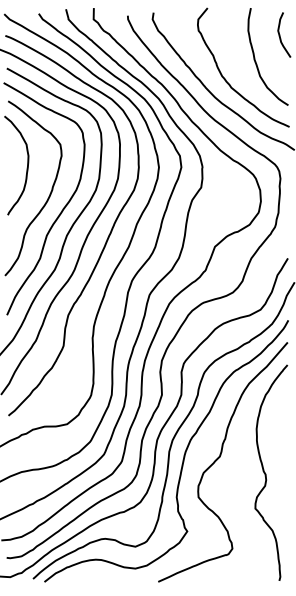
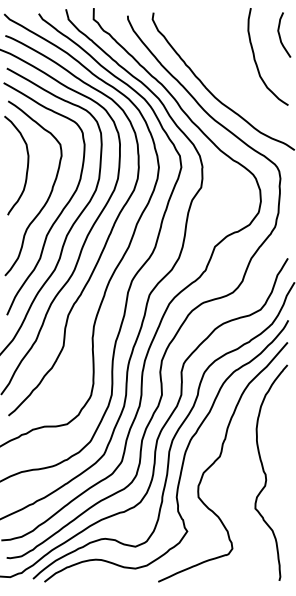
curve at (226, 79): present -> none
